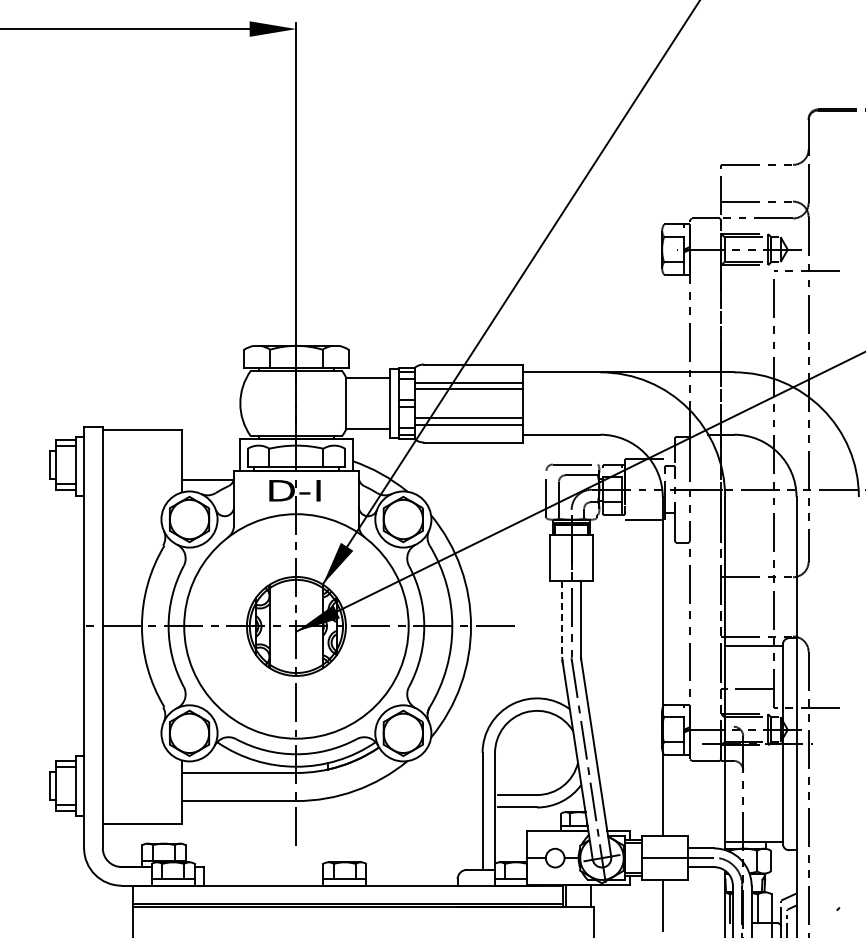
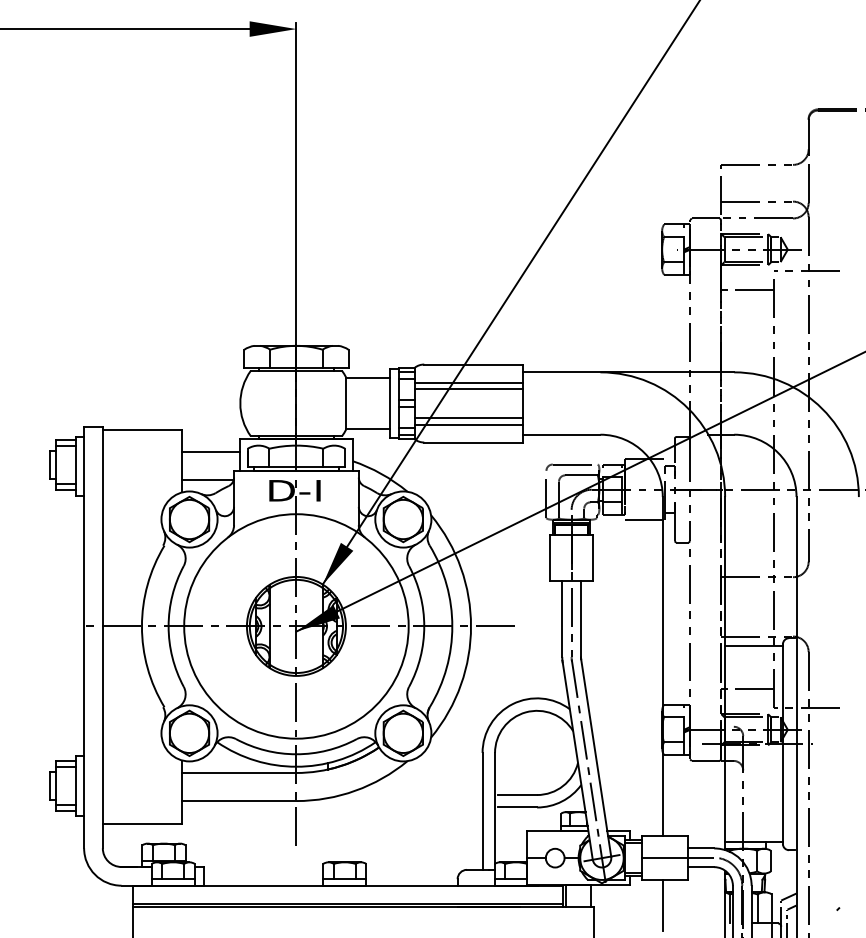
line at (747, 290): none -> present
line at (211, 451): none -> present
line at (562, 619): dashed -> solid
